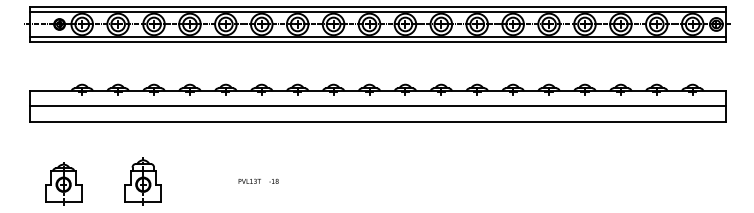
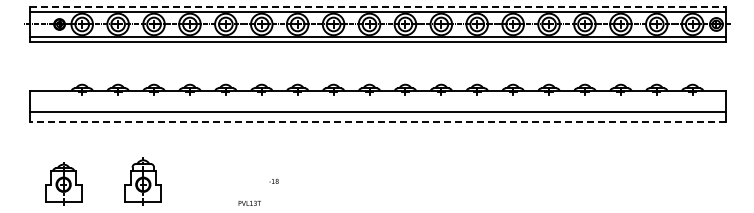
line at (378, 6): solid -> dashed
line at (377, 105) position: (377, 105) -> (377, 111)
line at (377, 122): solid -> dashed
text at (249, 180) position: (249, 180) -> (249, 202)
